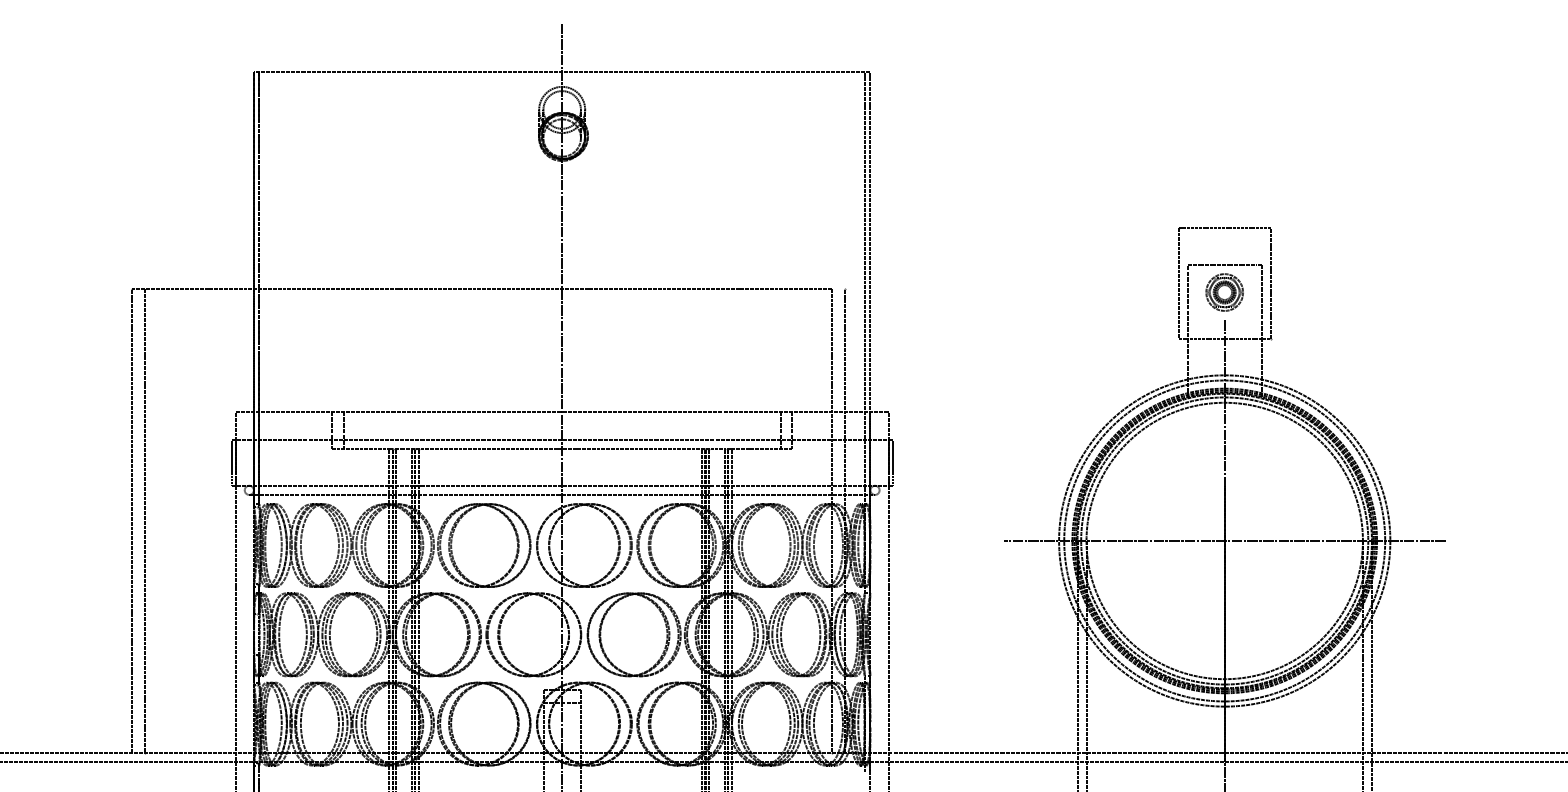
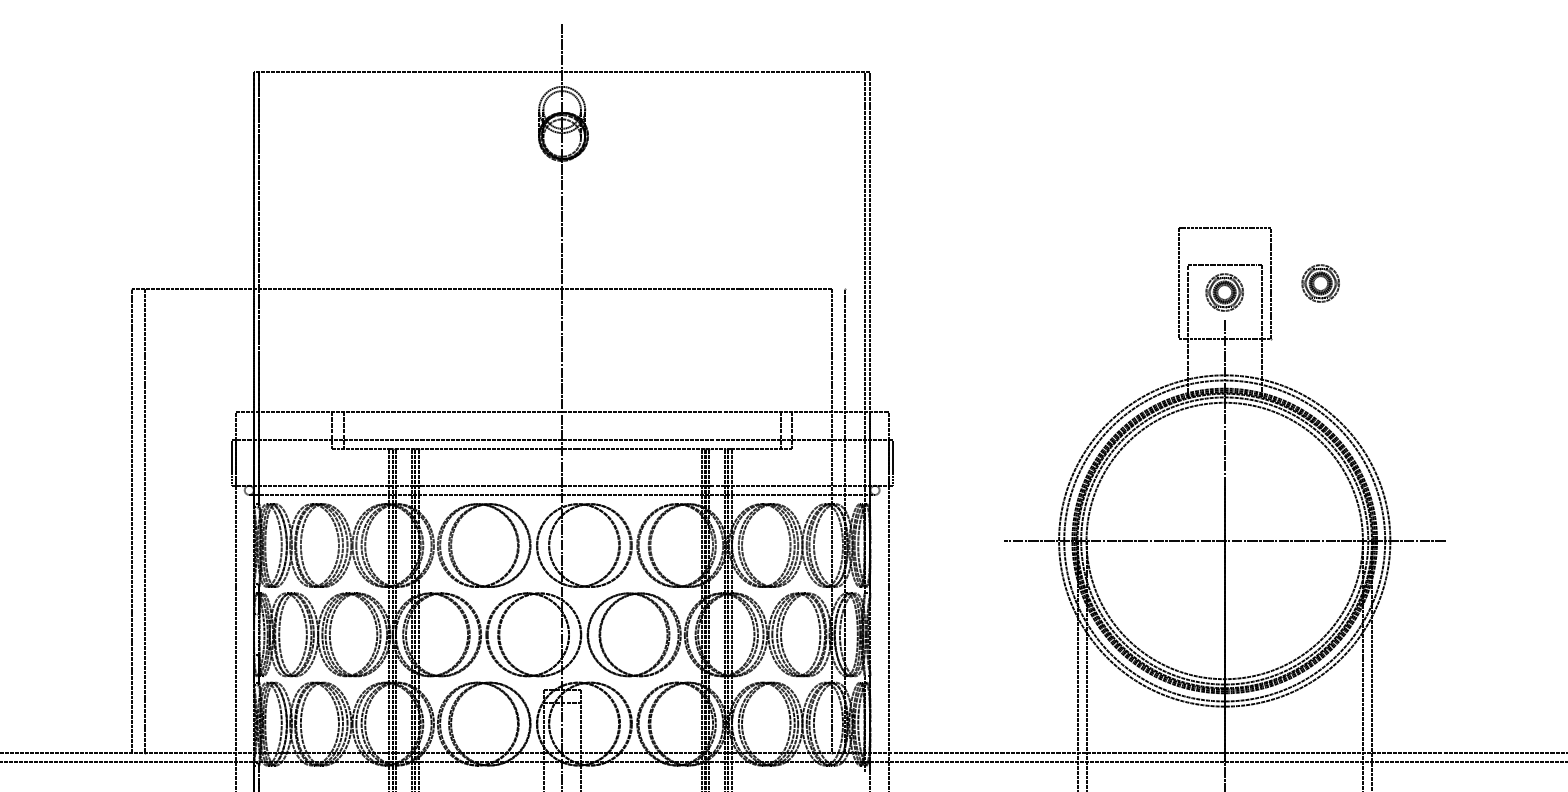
part at (1320, 283): none -> present
